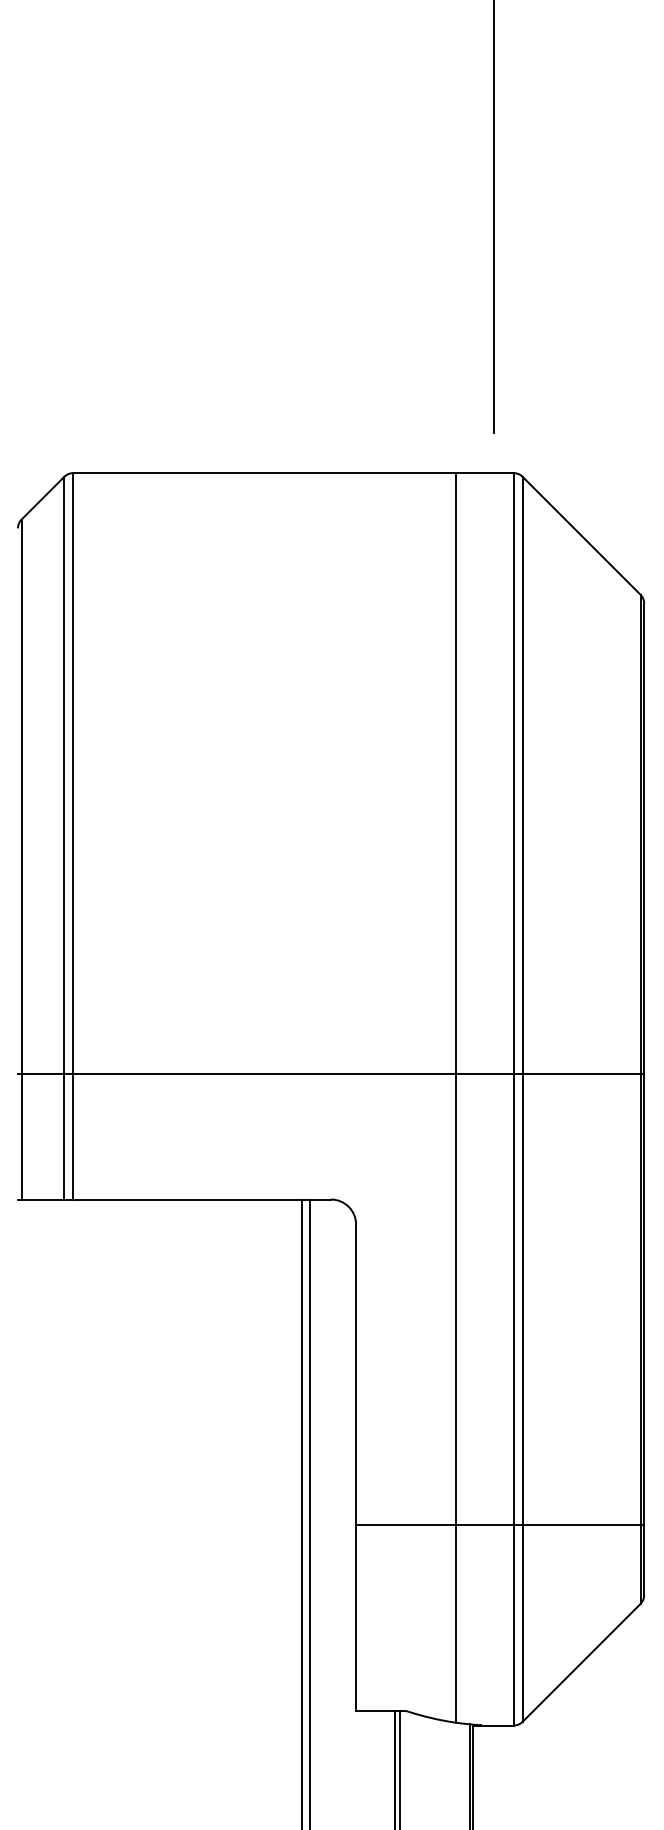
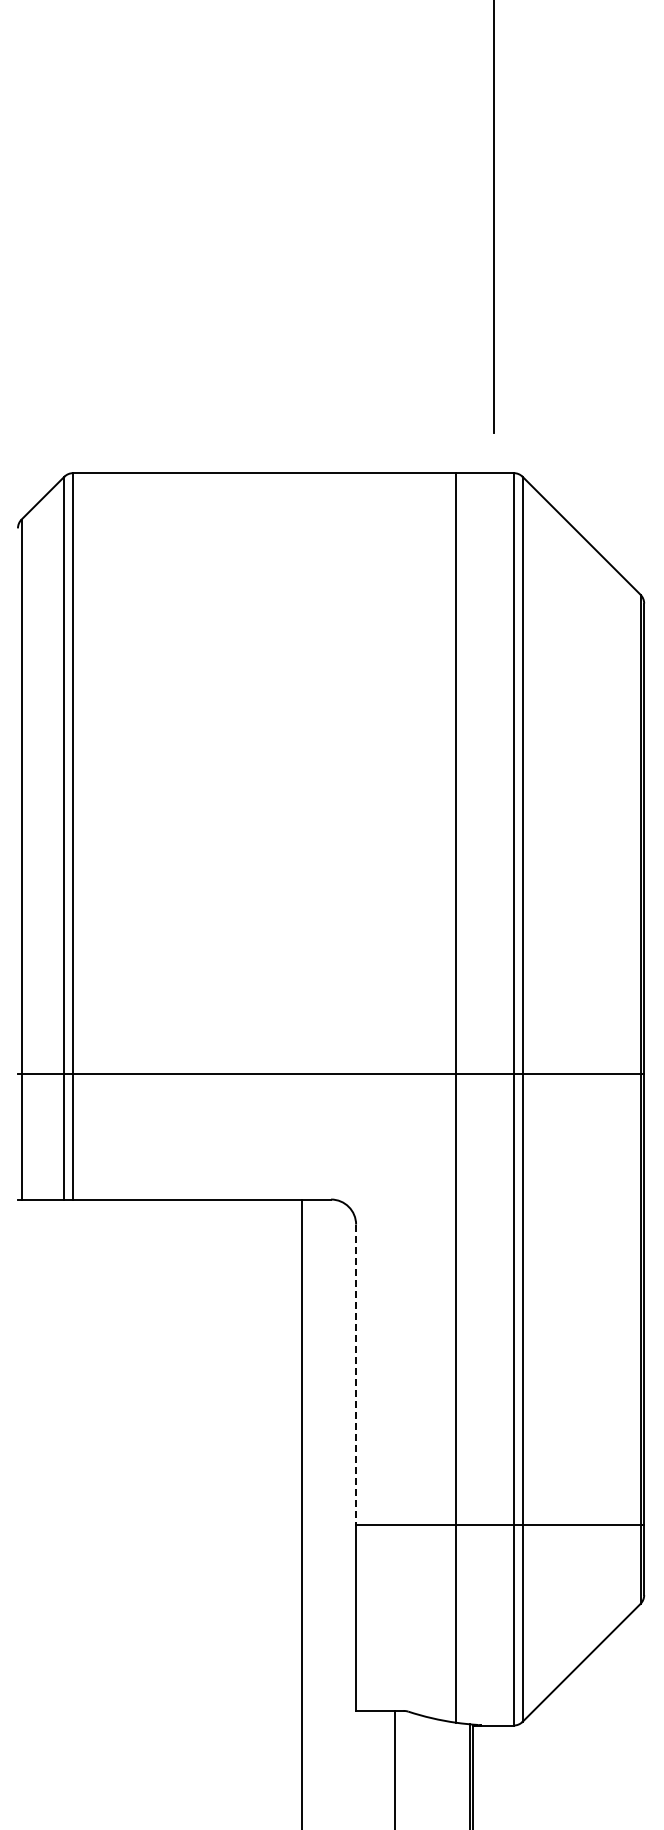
line at (356, 1375): solid -> dashed
line at (309, 1512): present -> none
line at (399, 1768): present -> none
